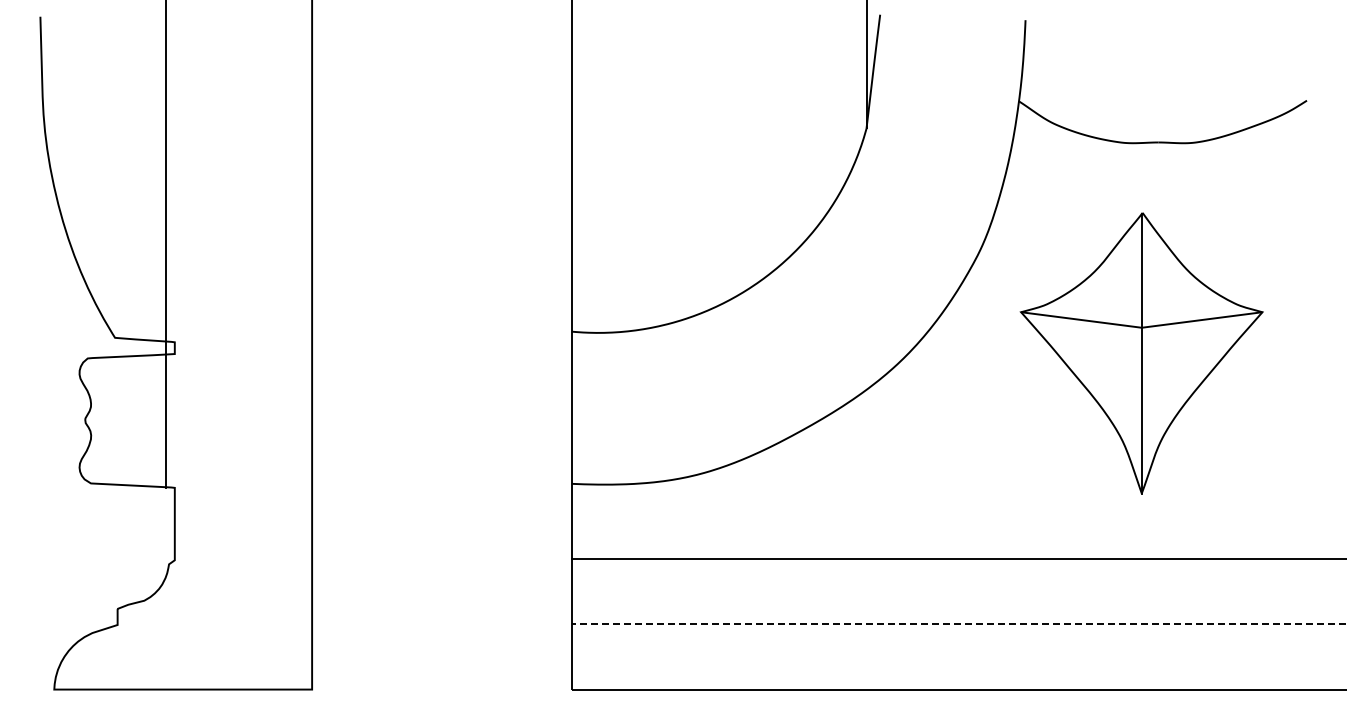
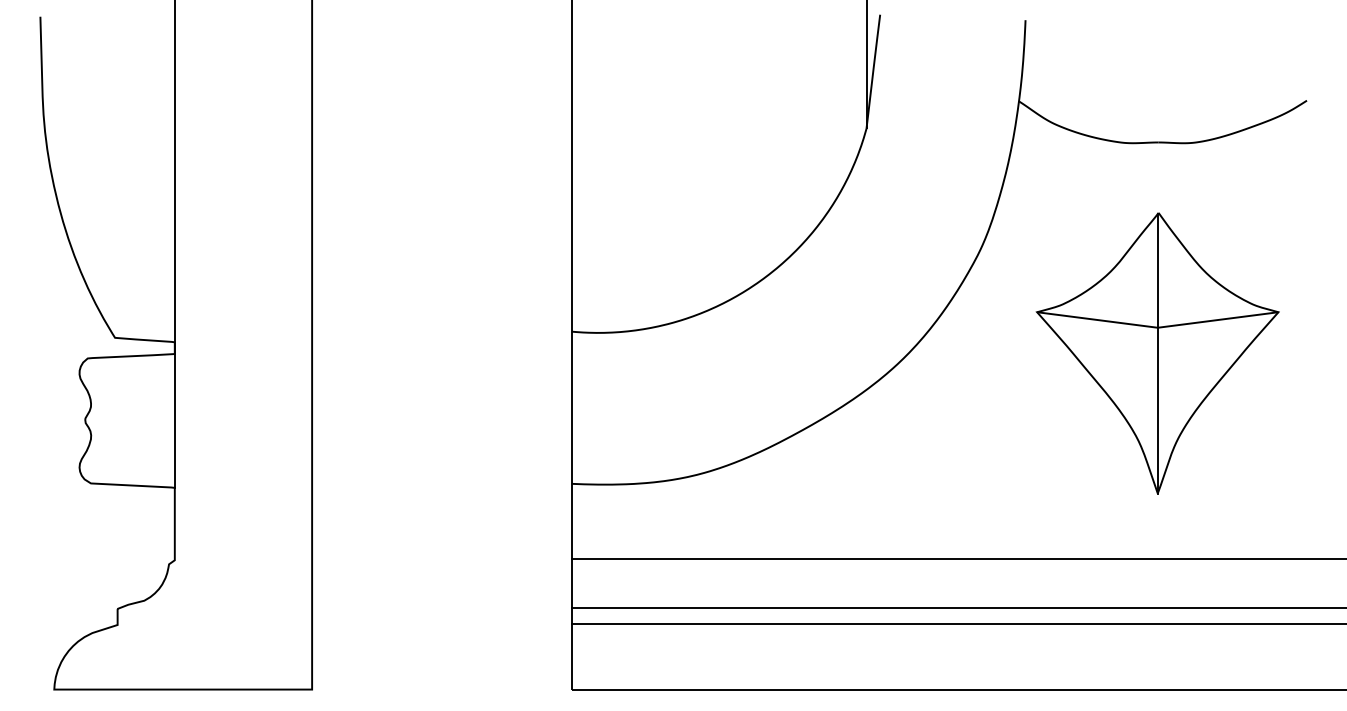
line at (165, 244) position: (165, 244) -> (174, 244)
part at (1141, 353) position: (1141, 353) -> (1157, 353)
line at (957, 607): none -> present
line at (958, 624): dashed -> solid
